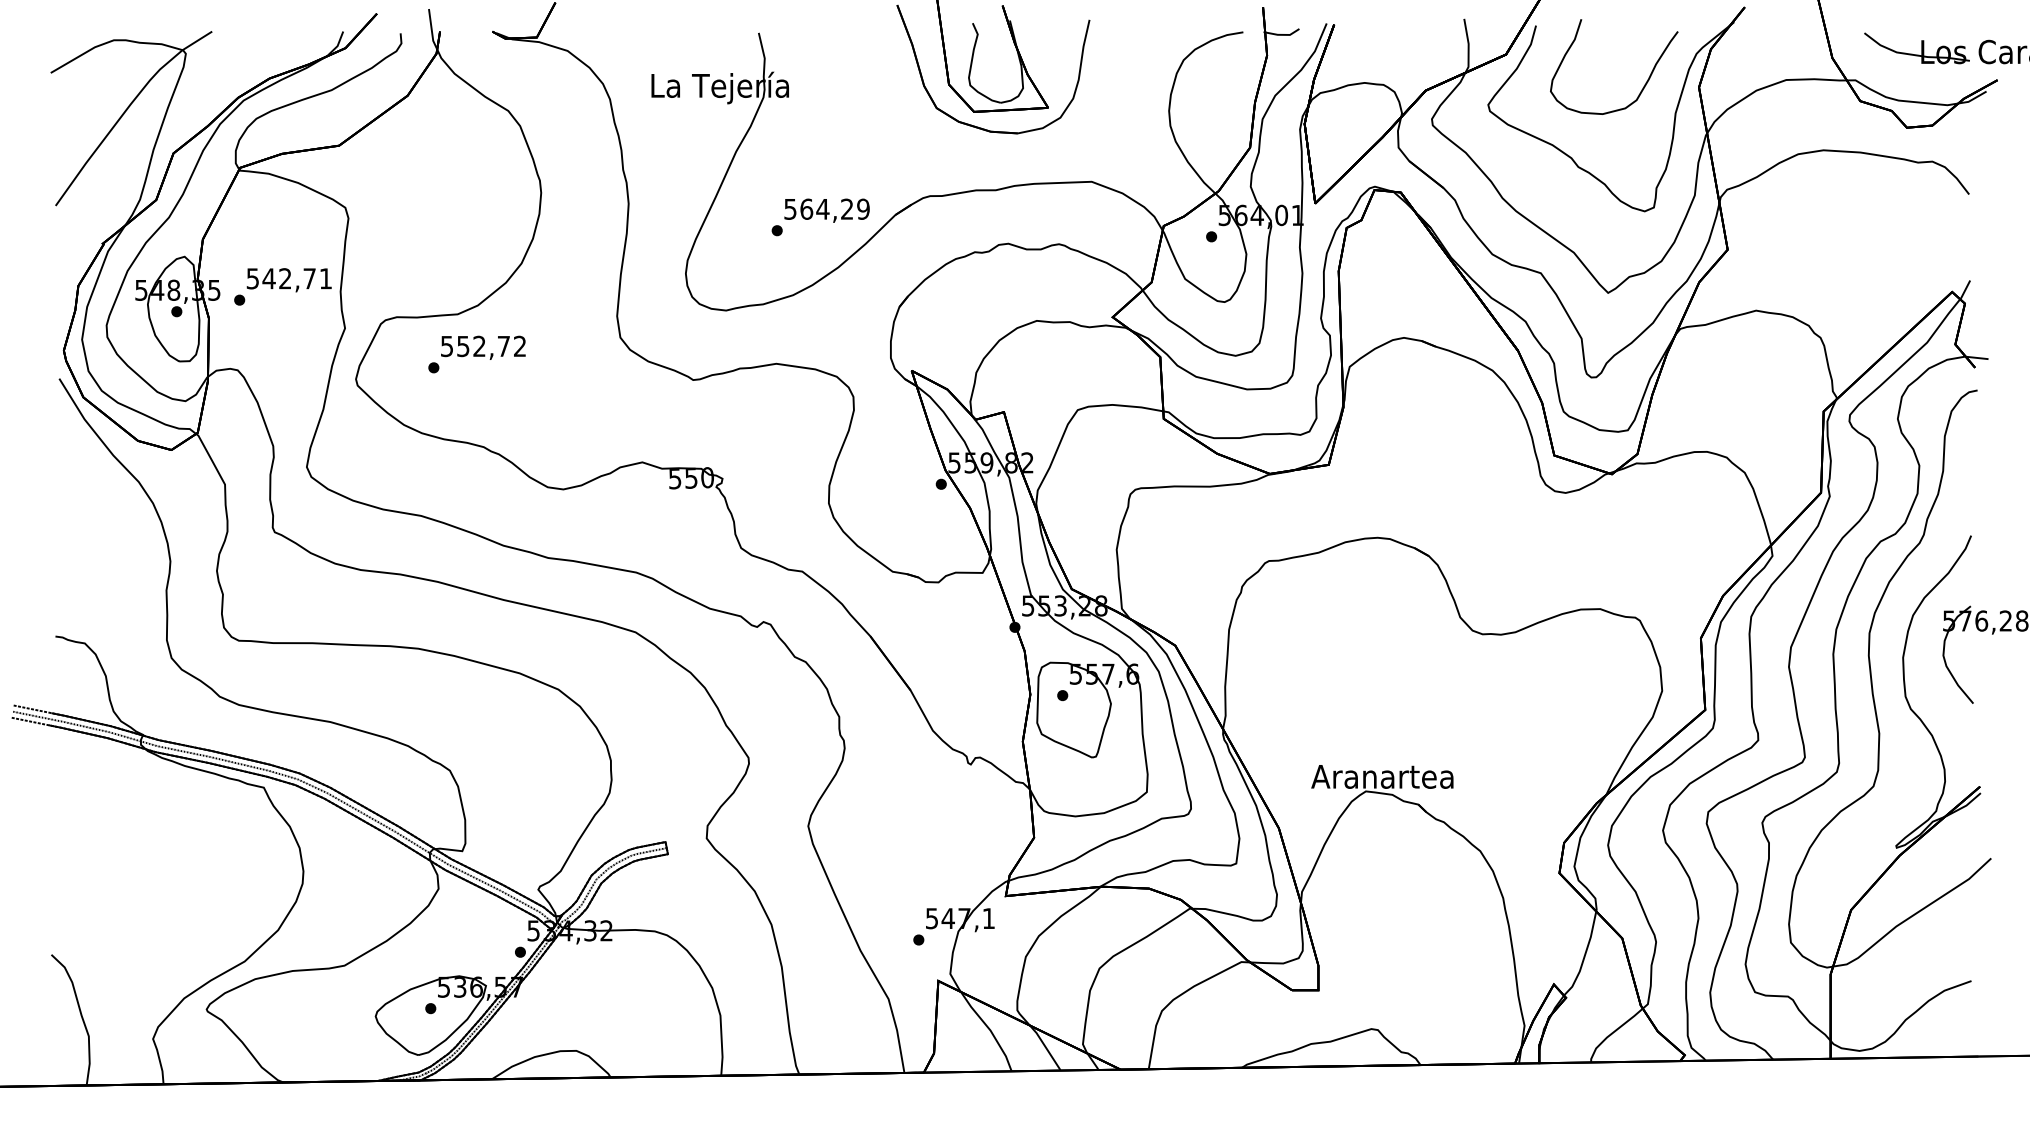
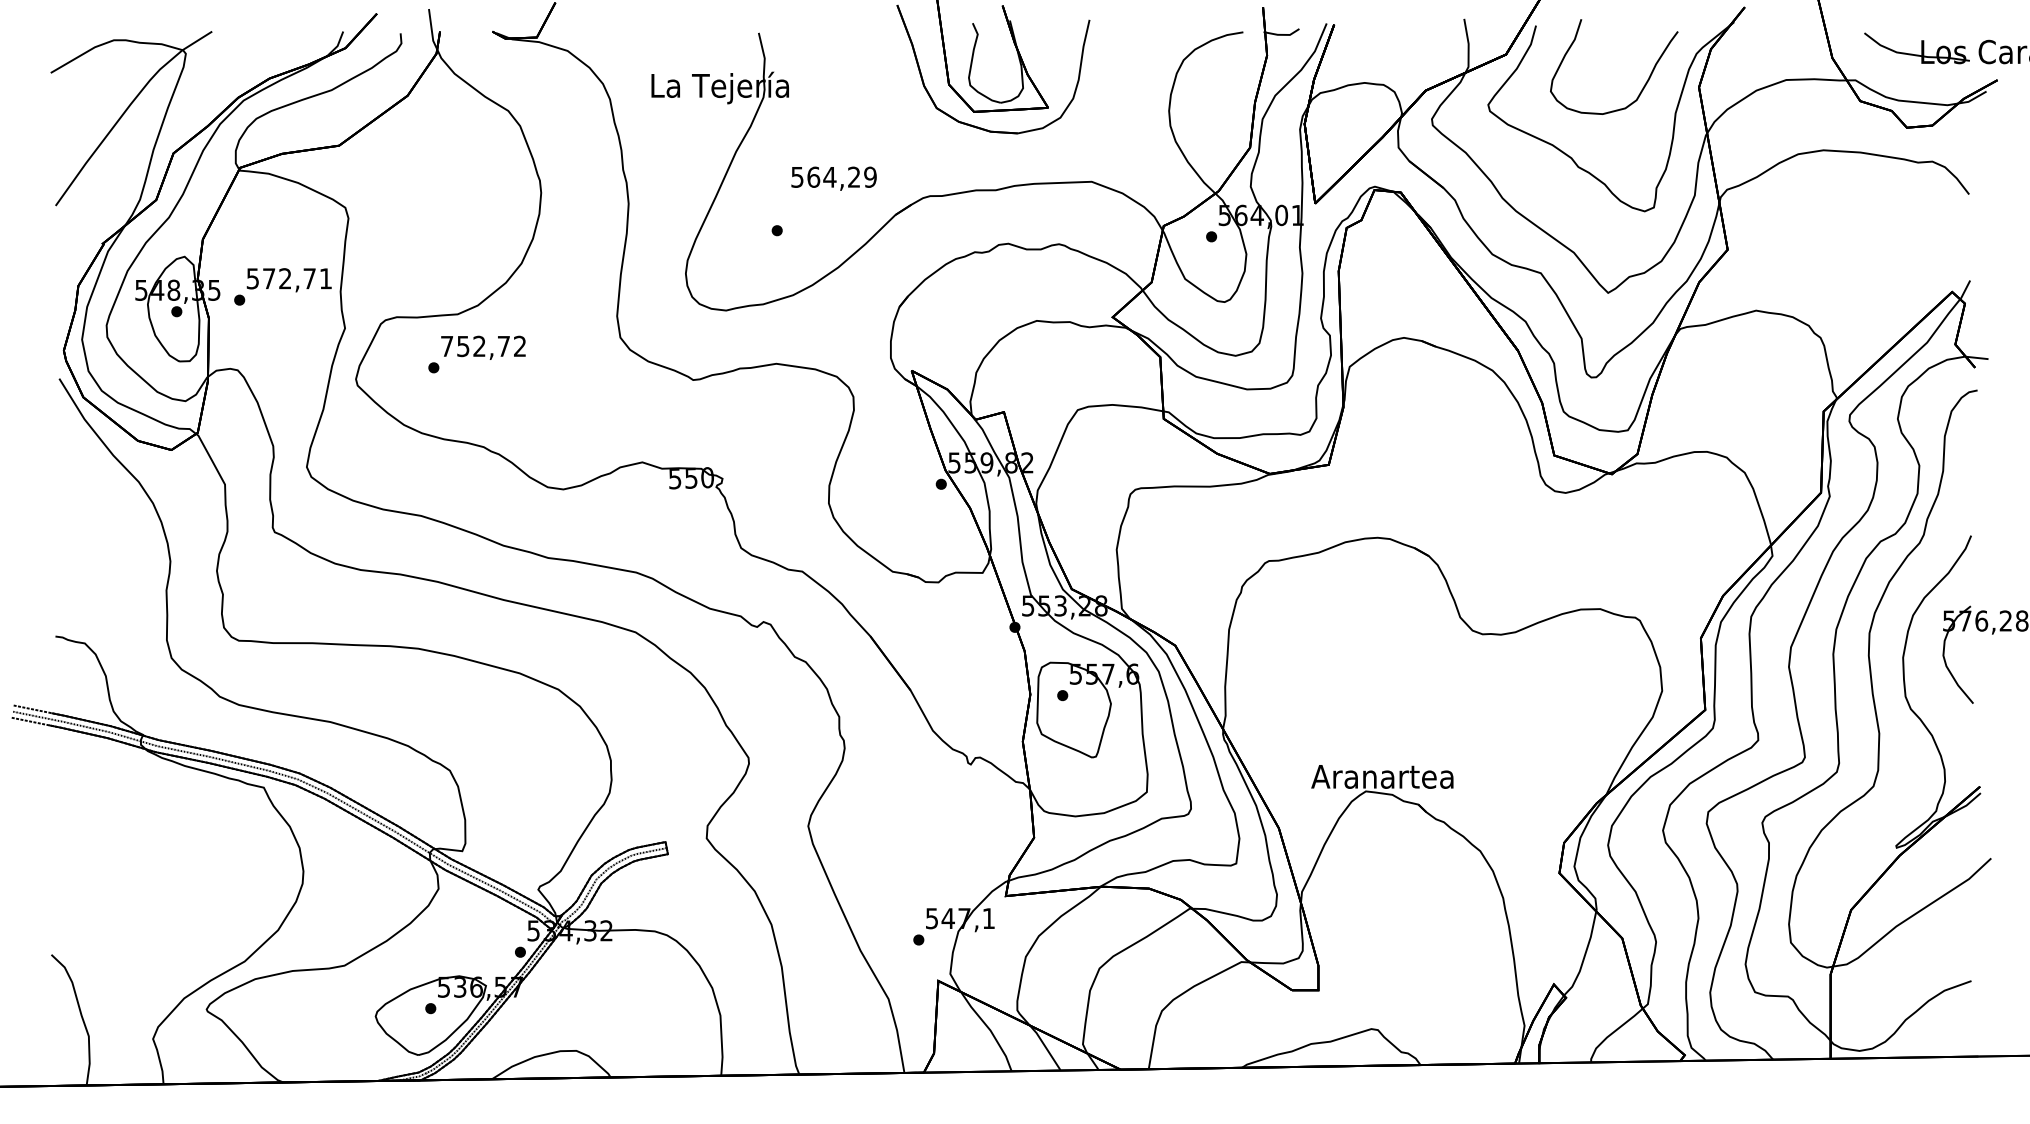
text at (826, 210) position: (826, 210) -> (833, 178)
text at (268, 278): 542,71 -> 572,71
text at (447, 346): 552,72 -> 752,72
